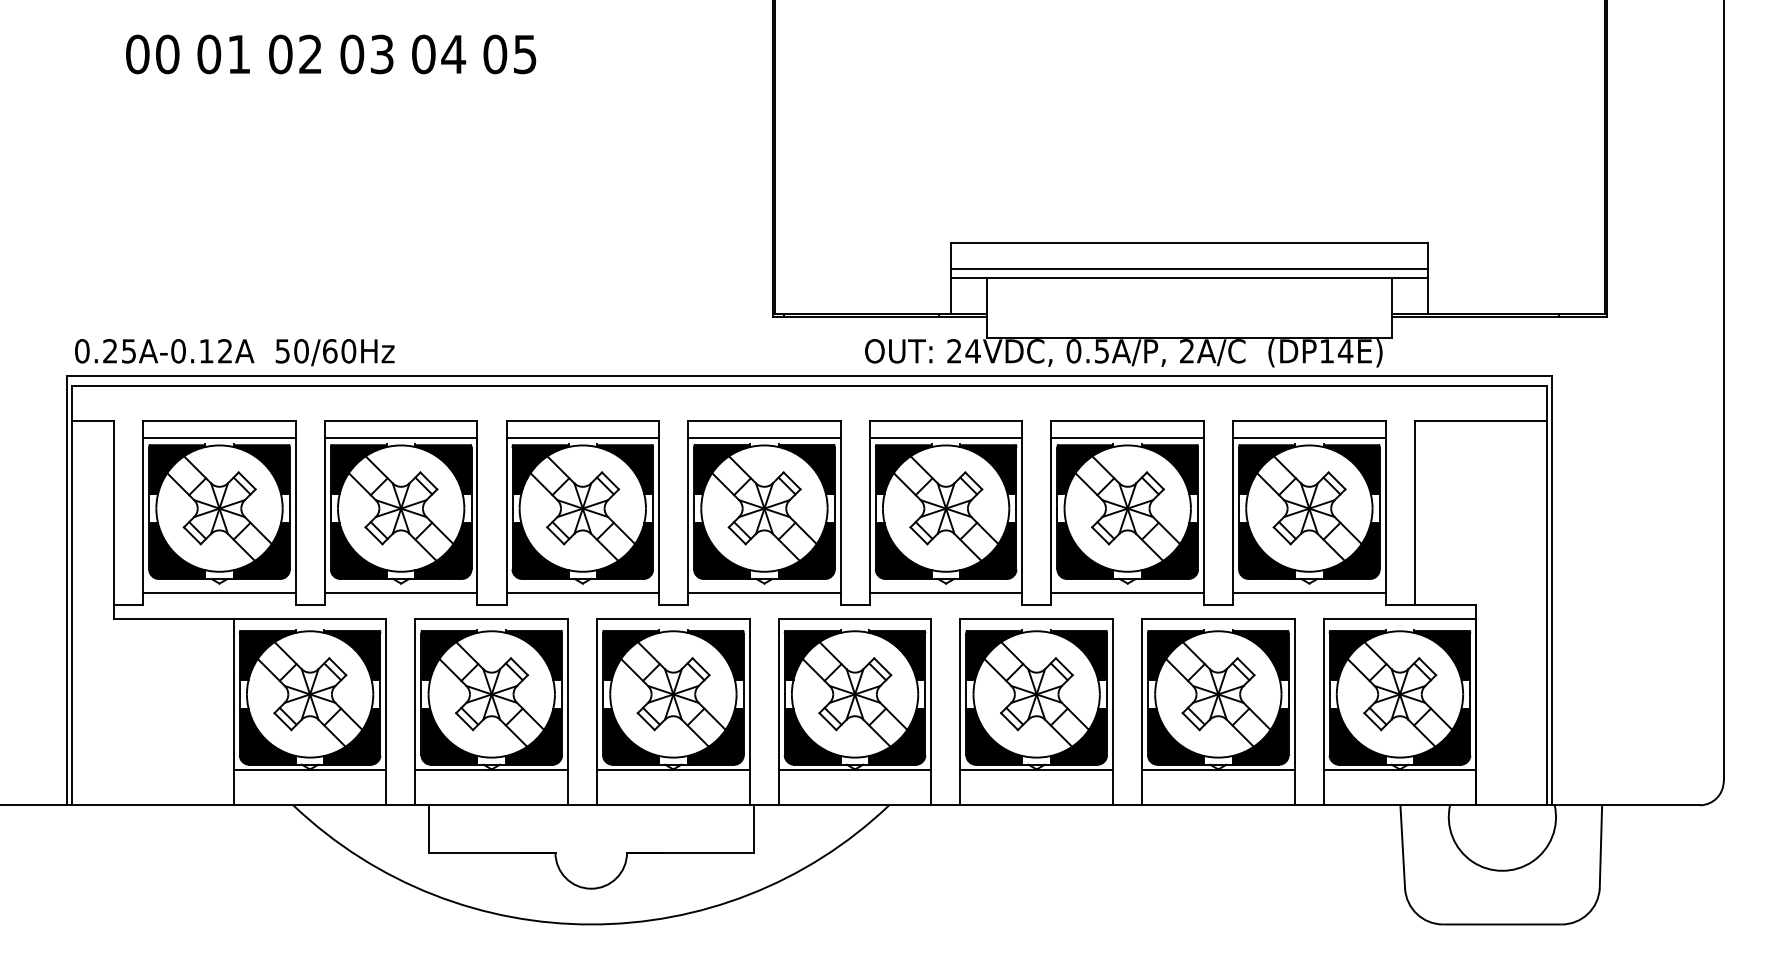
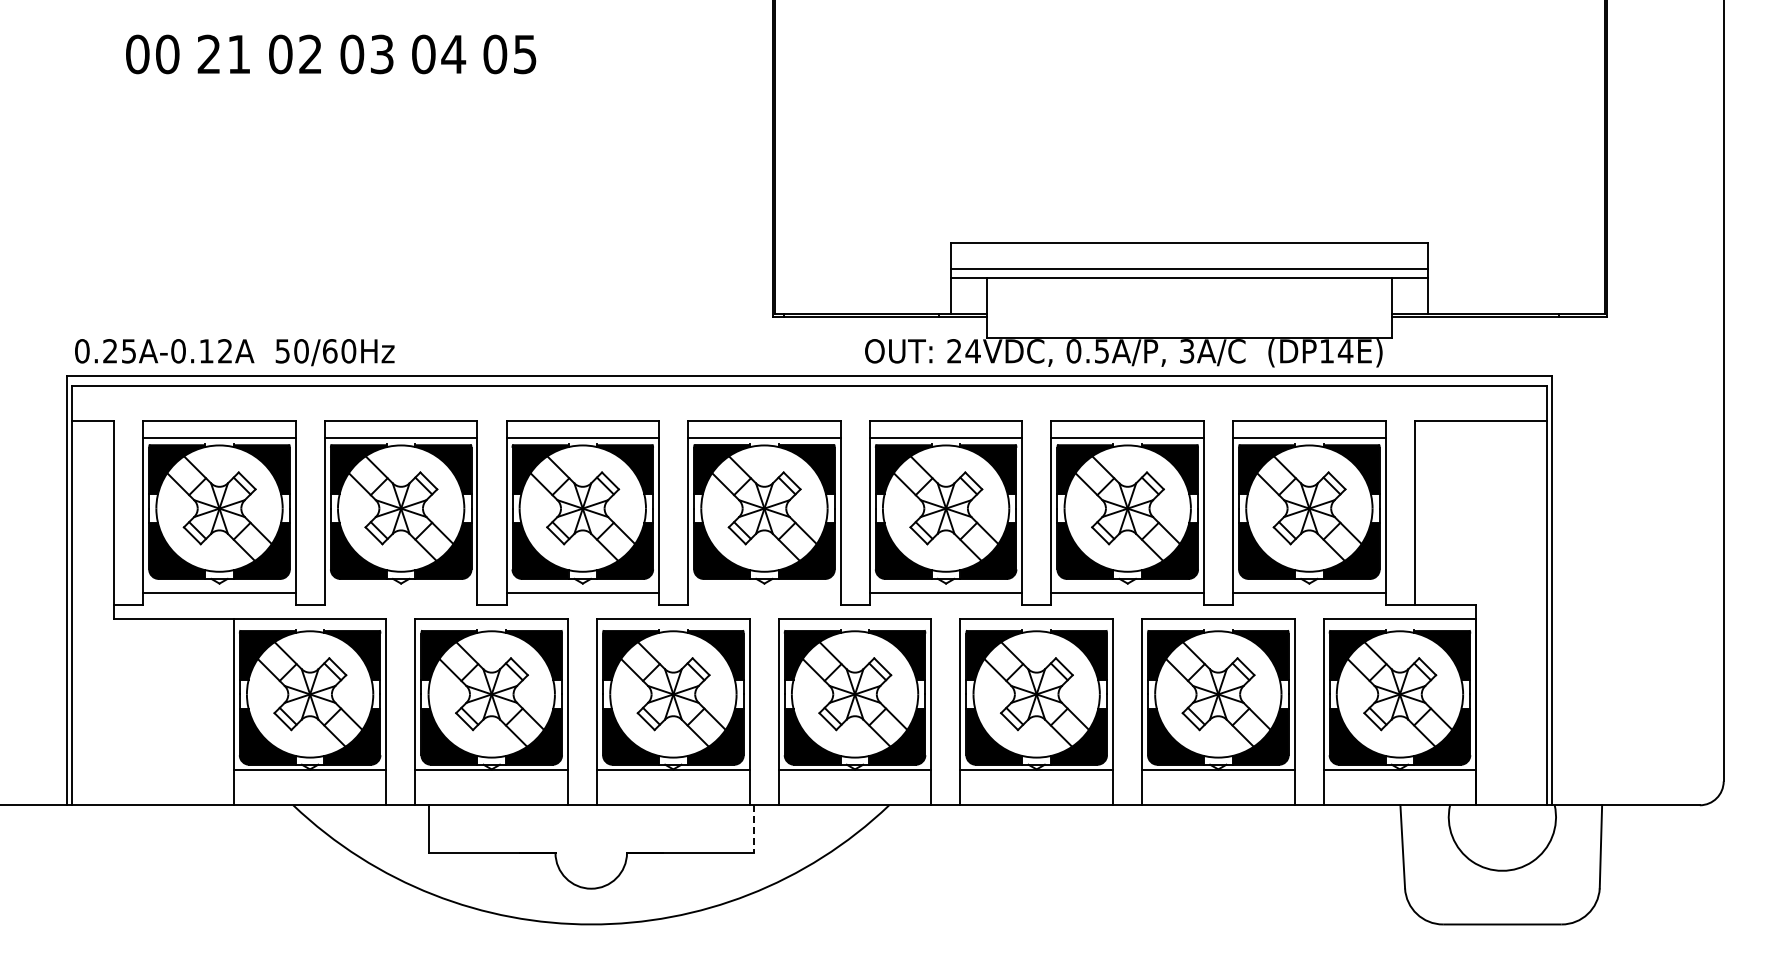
text at (209, 54): 01 -> 21
text at (1187, 351): 2A/C -> 3A/C
line at (400, 593): present -> none
line at (764, 593): present -> none
line at (753, 829): solid -> dashed
